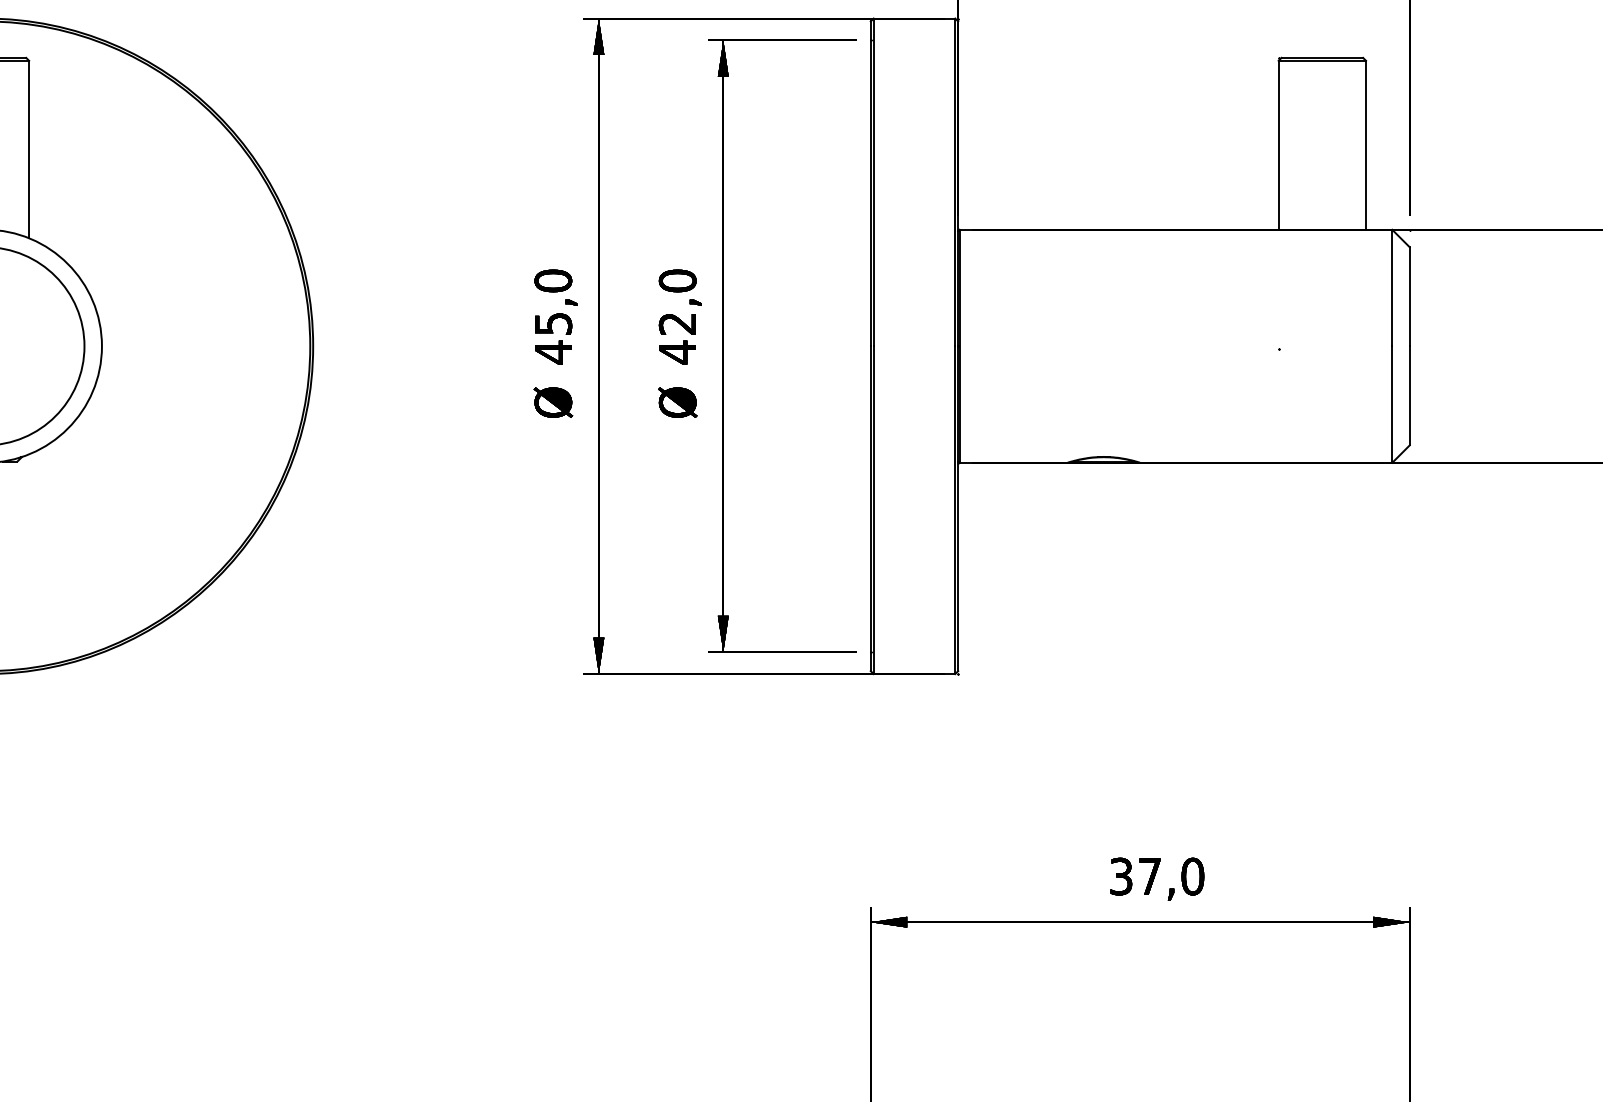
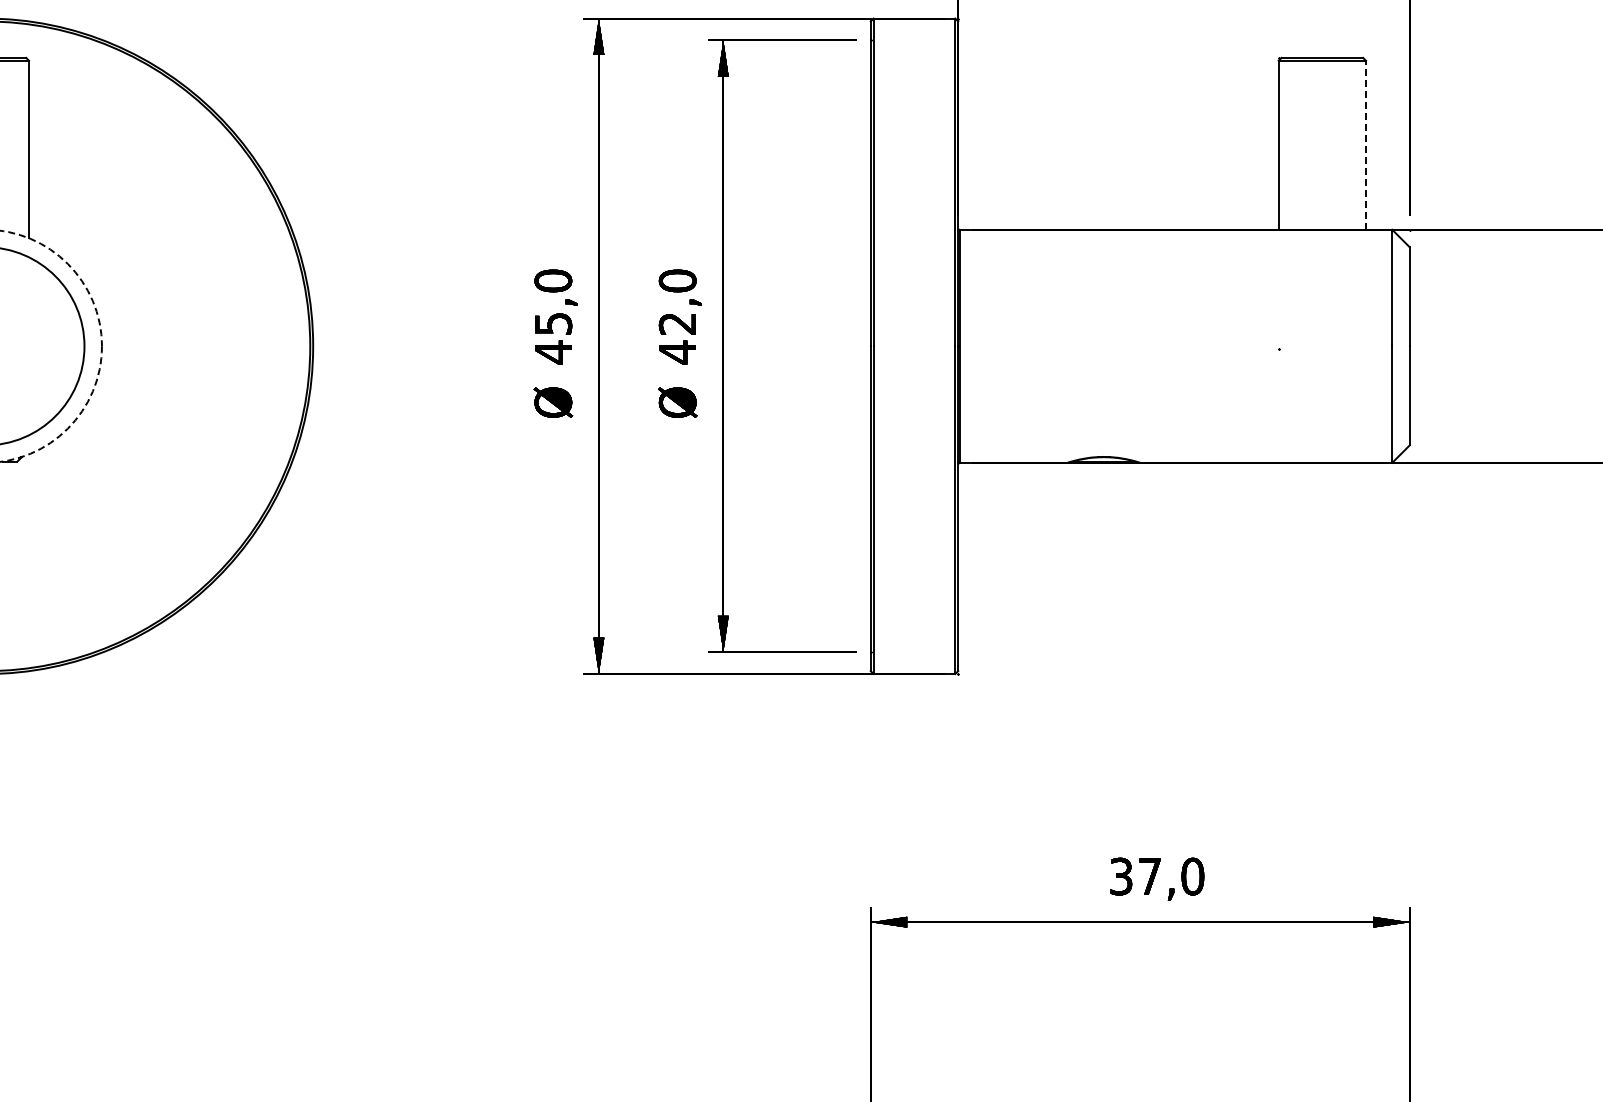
line at (1366, 144): solid -> dashed
circle at (50, 345): solid -> dashed
